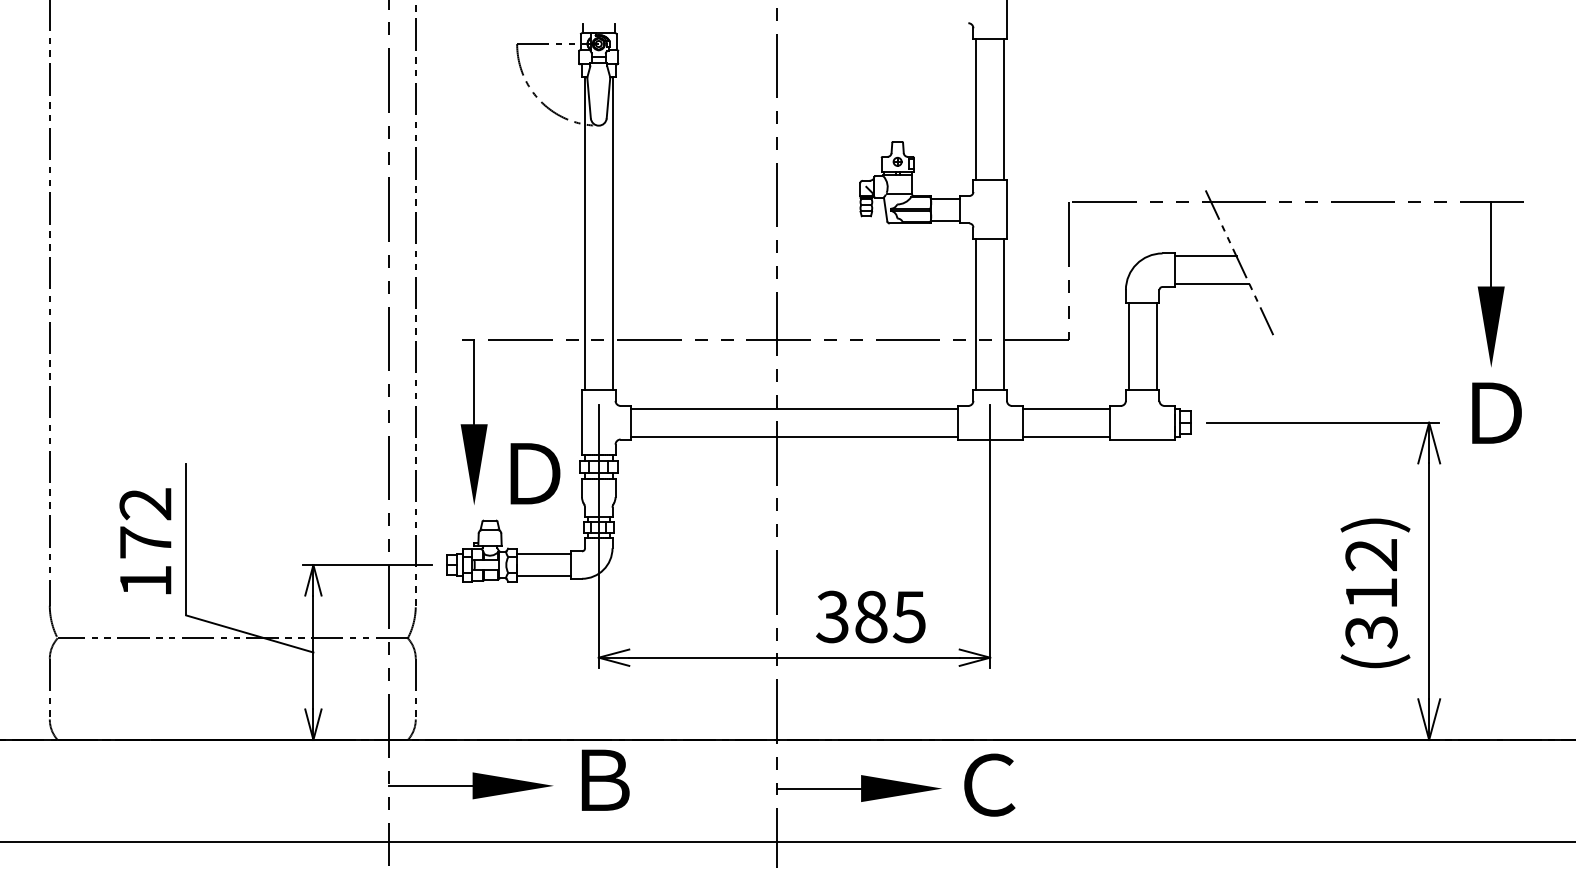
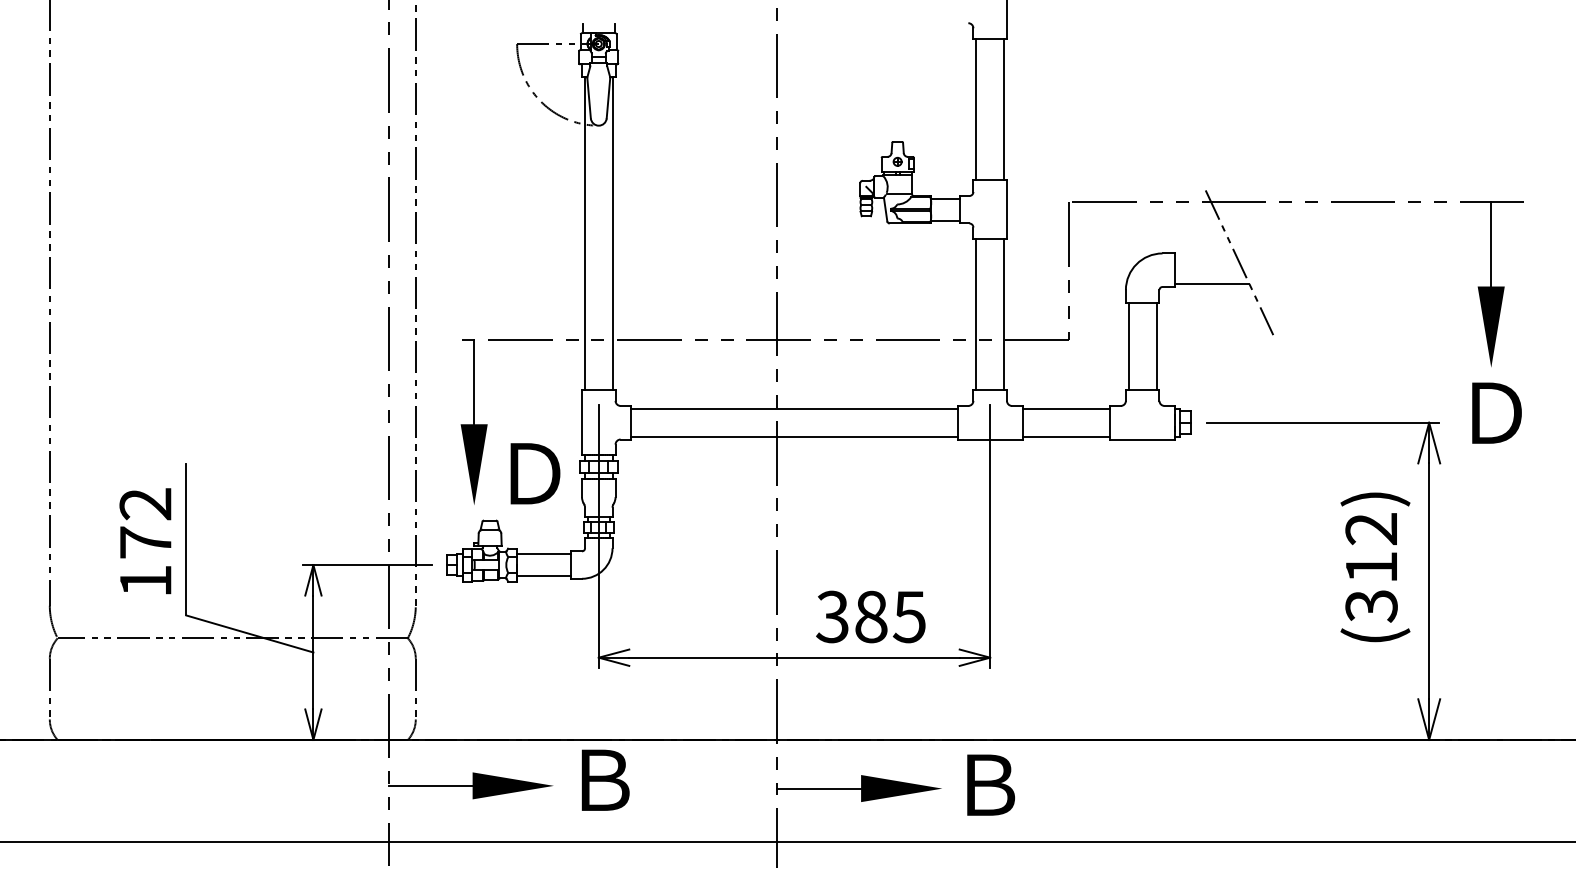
line at (1205, 256): present -> none
text at (1375, 593) position: (1375, 593) -> (1375, 567)
text at (989, 784): Ｃ -> Ｂ
